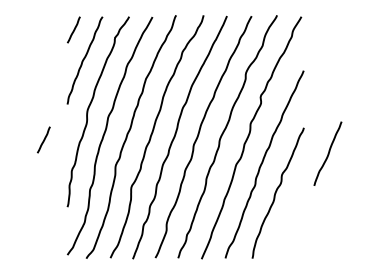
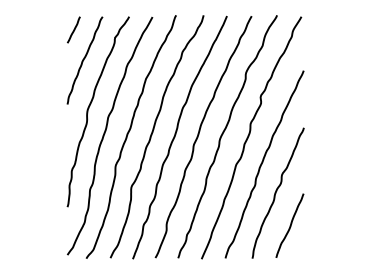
line at (43, 139): present -> none
curve at (327, 153) position: (327, 153) -> (289, 225)
